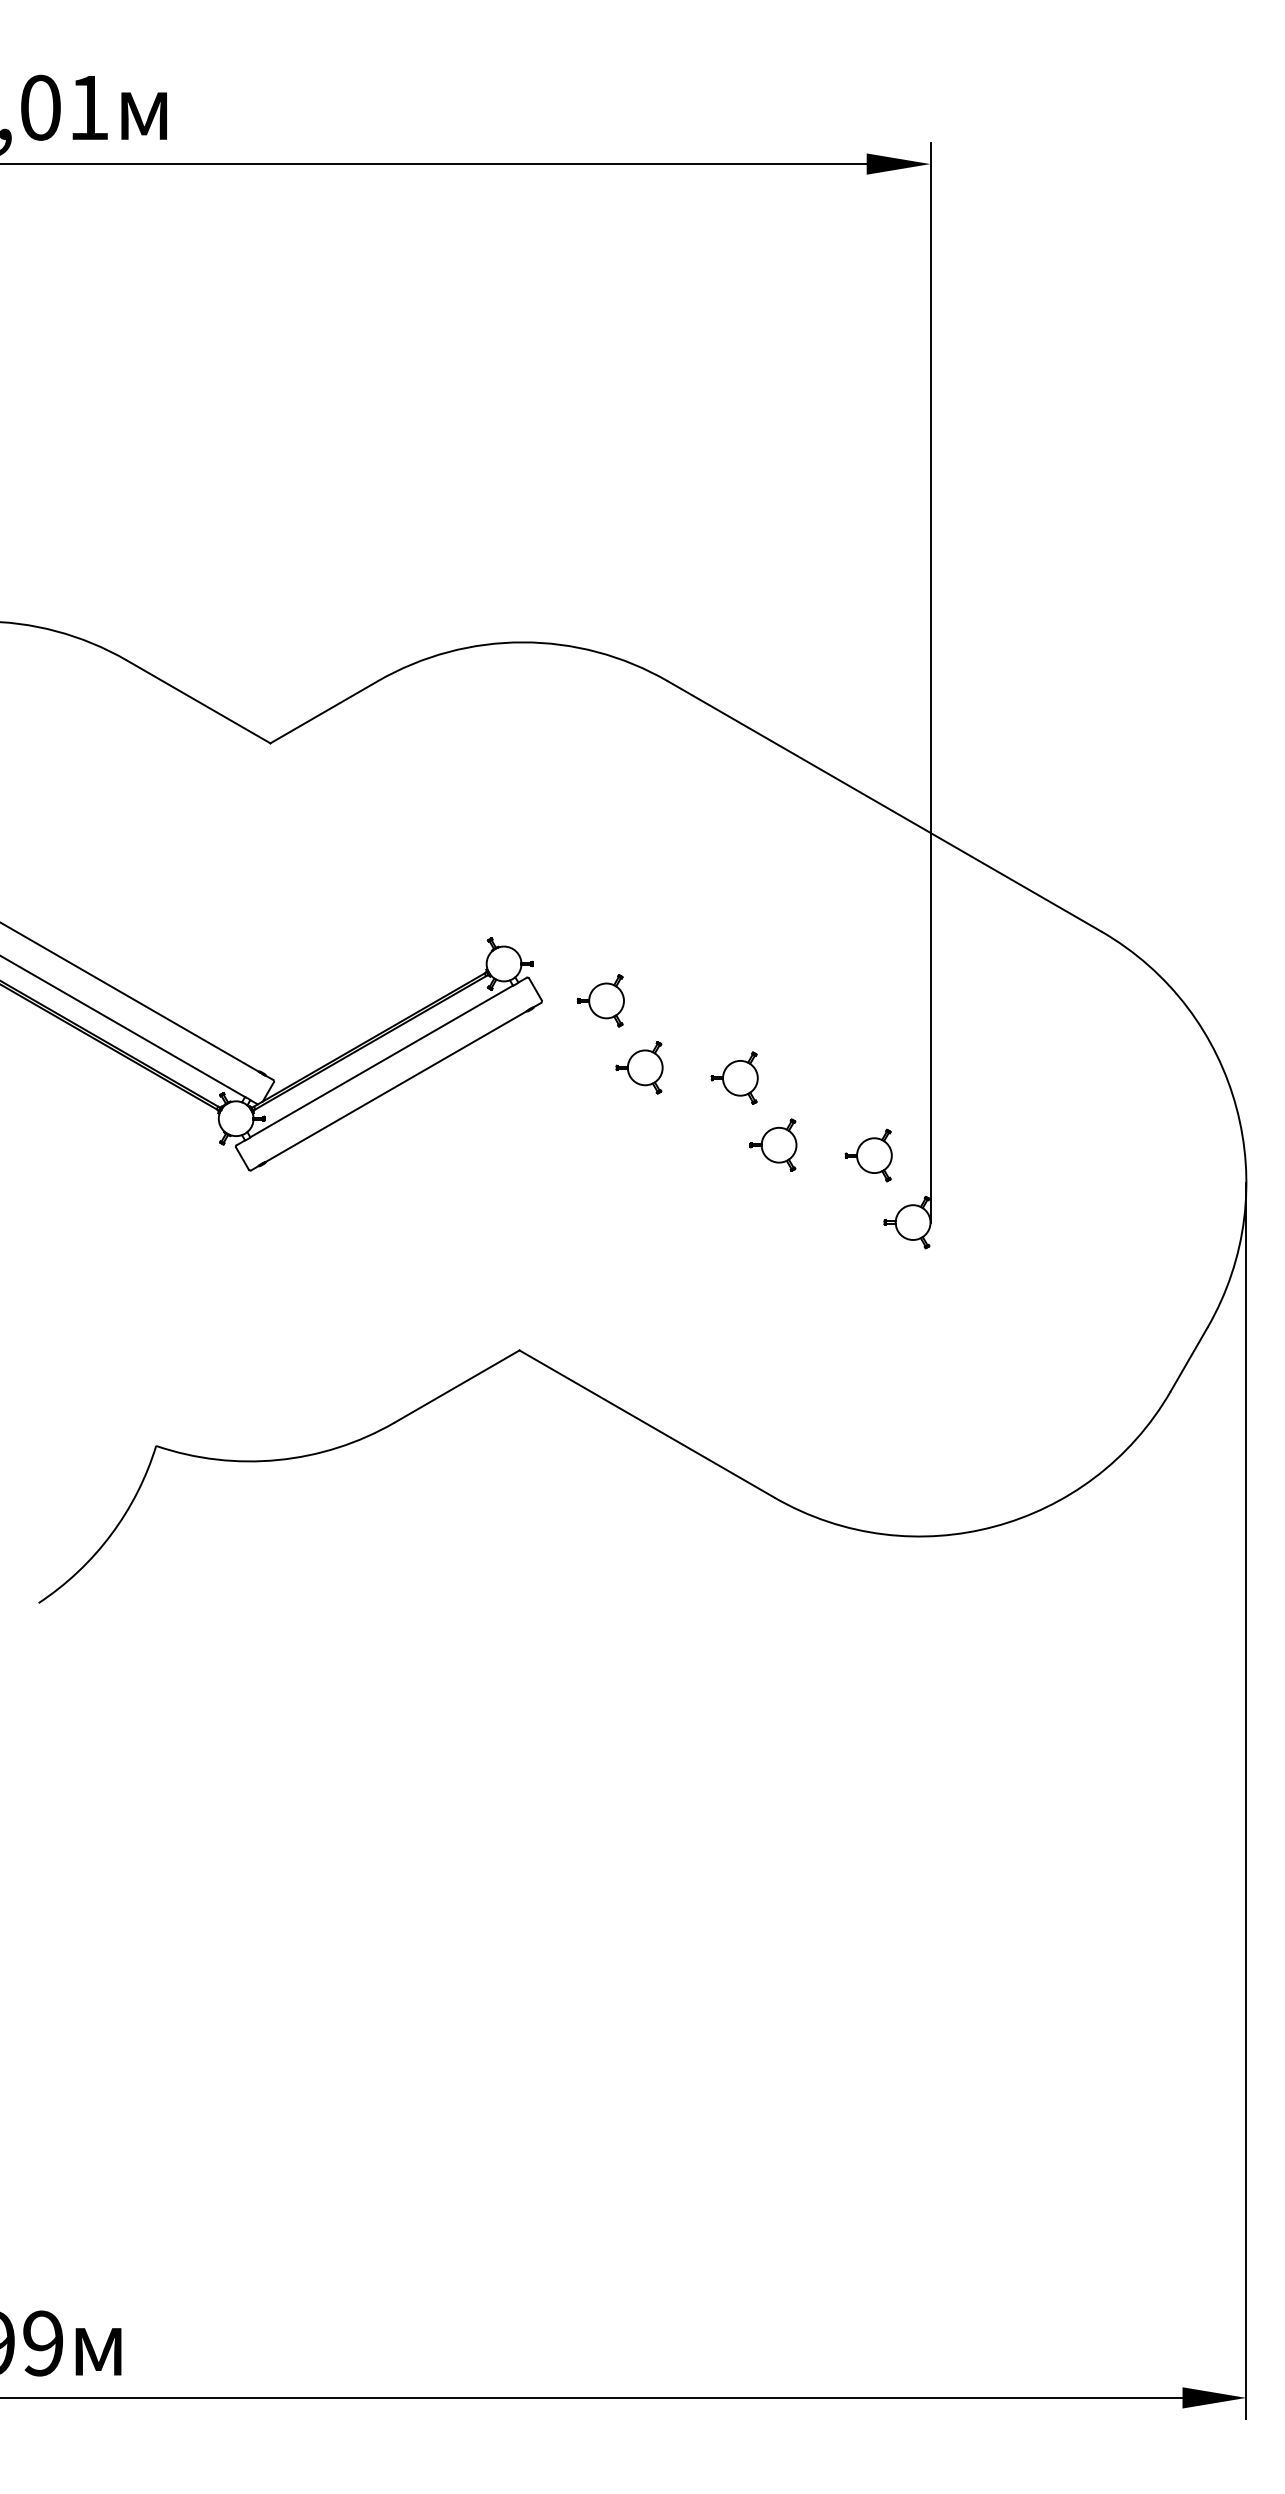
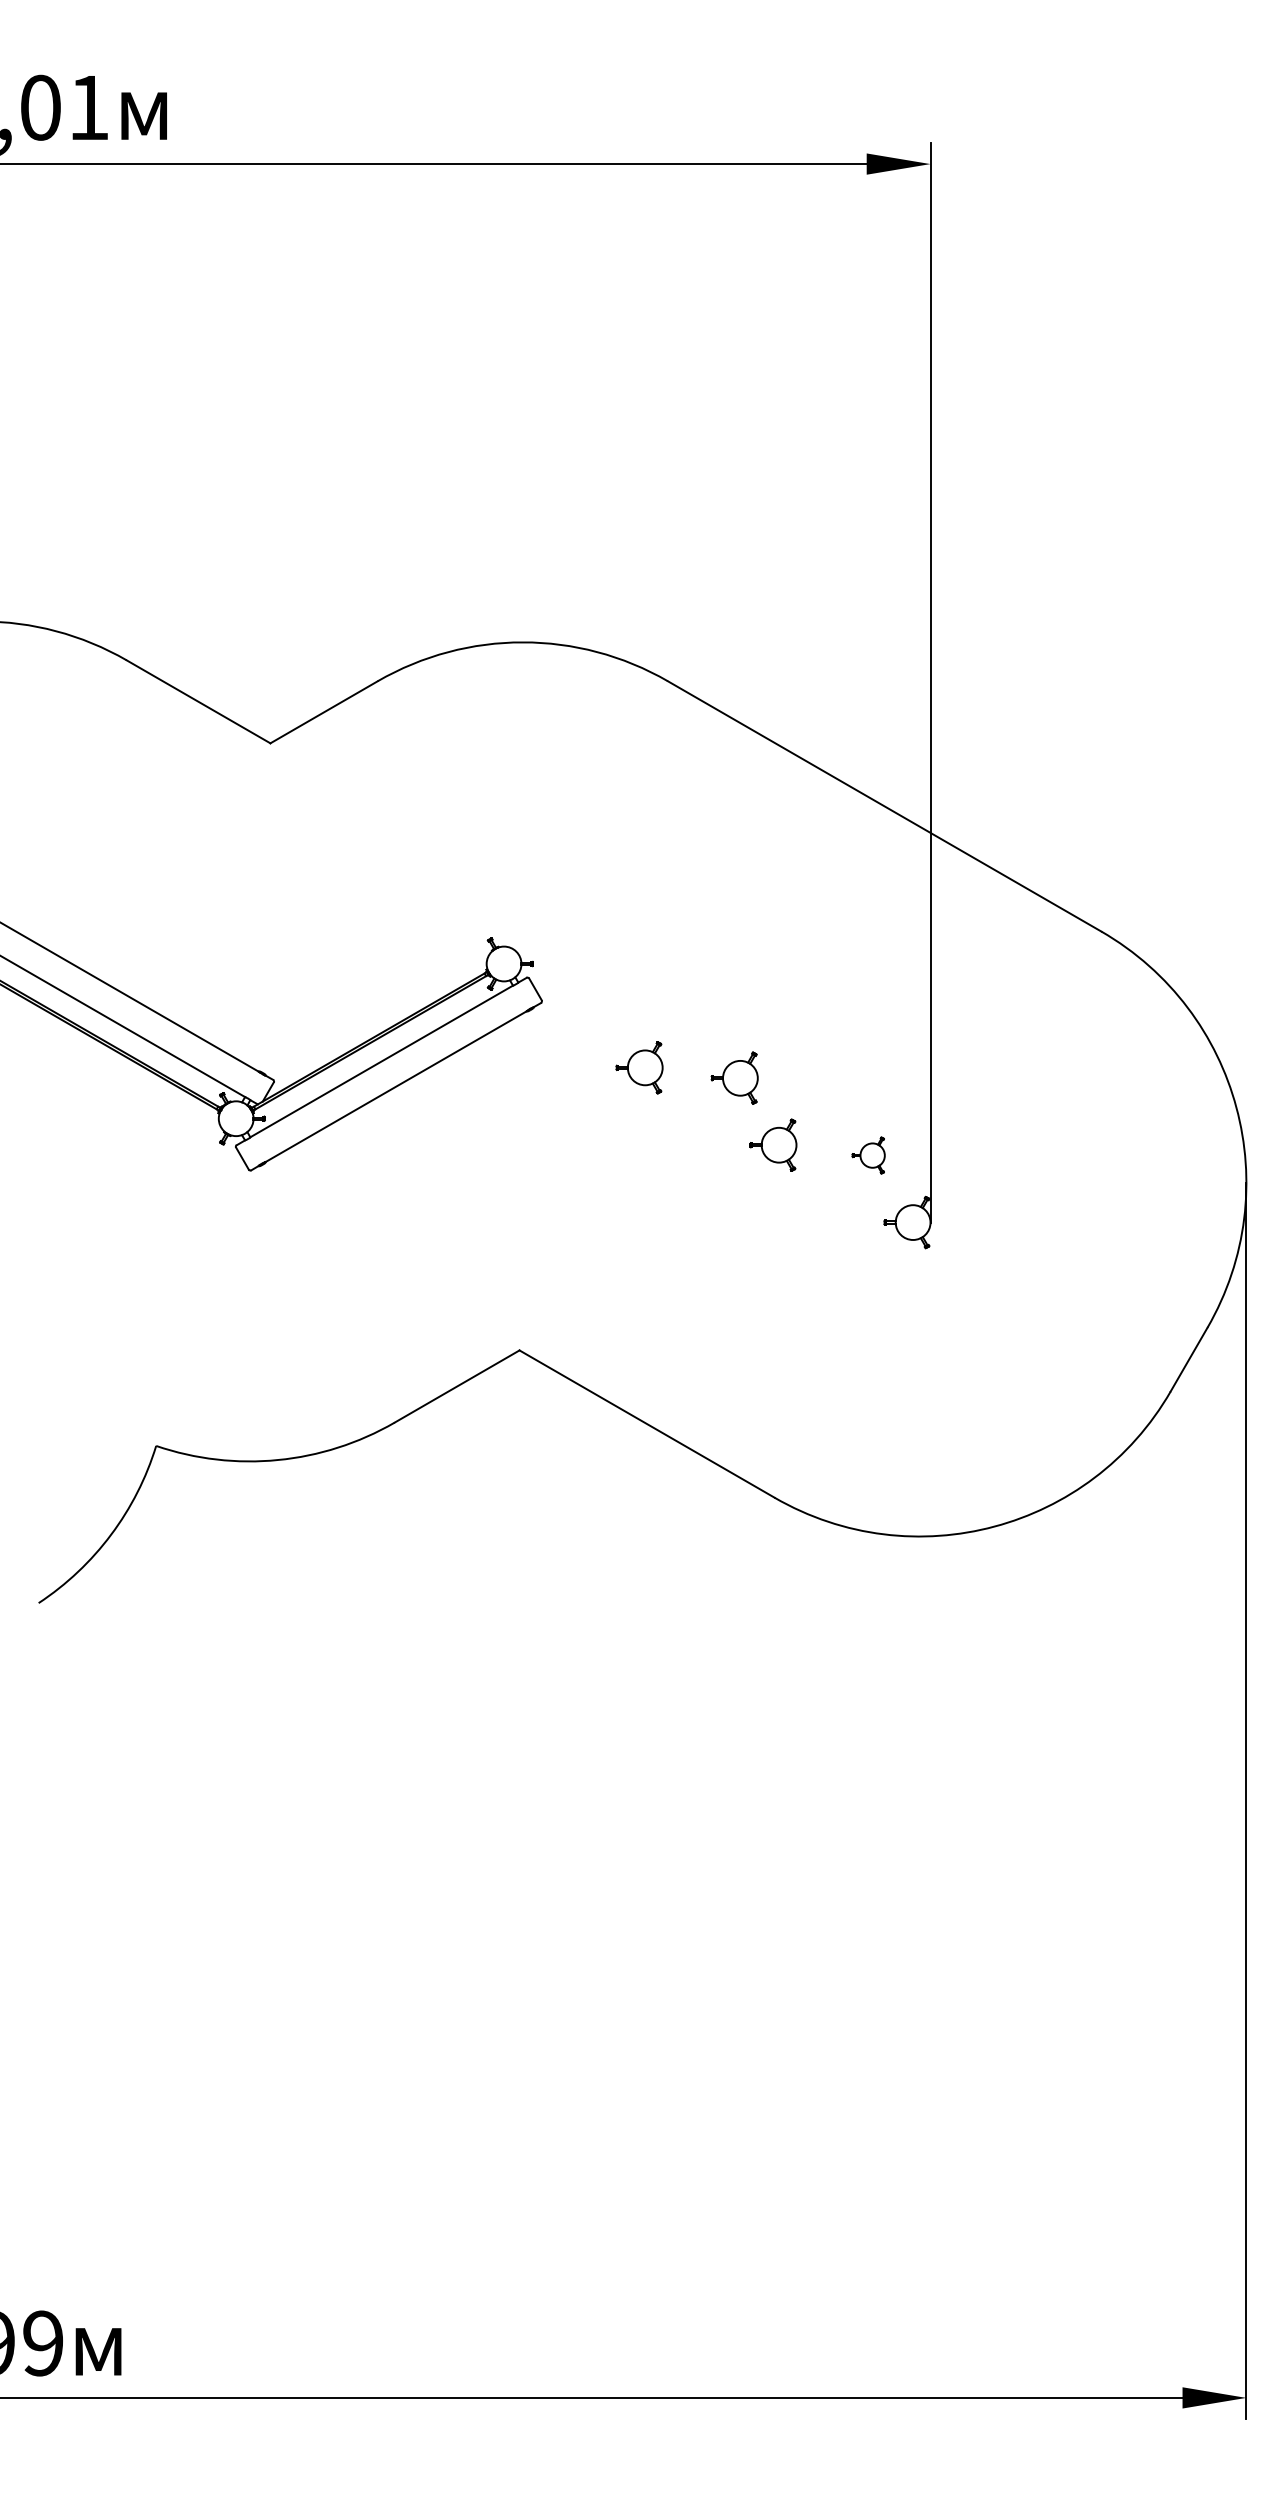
part at (600, 1000): present -> none
part at (868, 1155) size: 49x55 px -> 35x39 px
